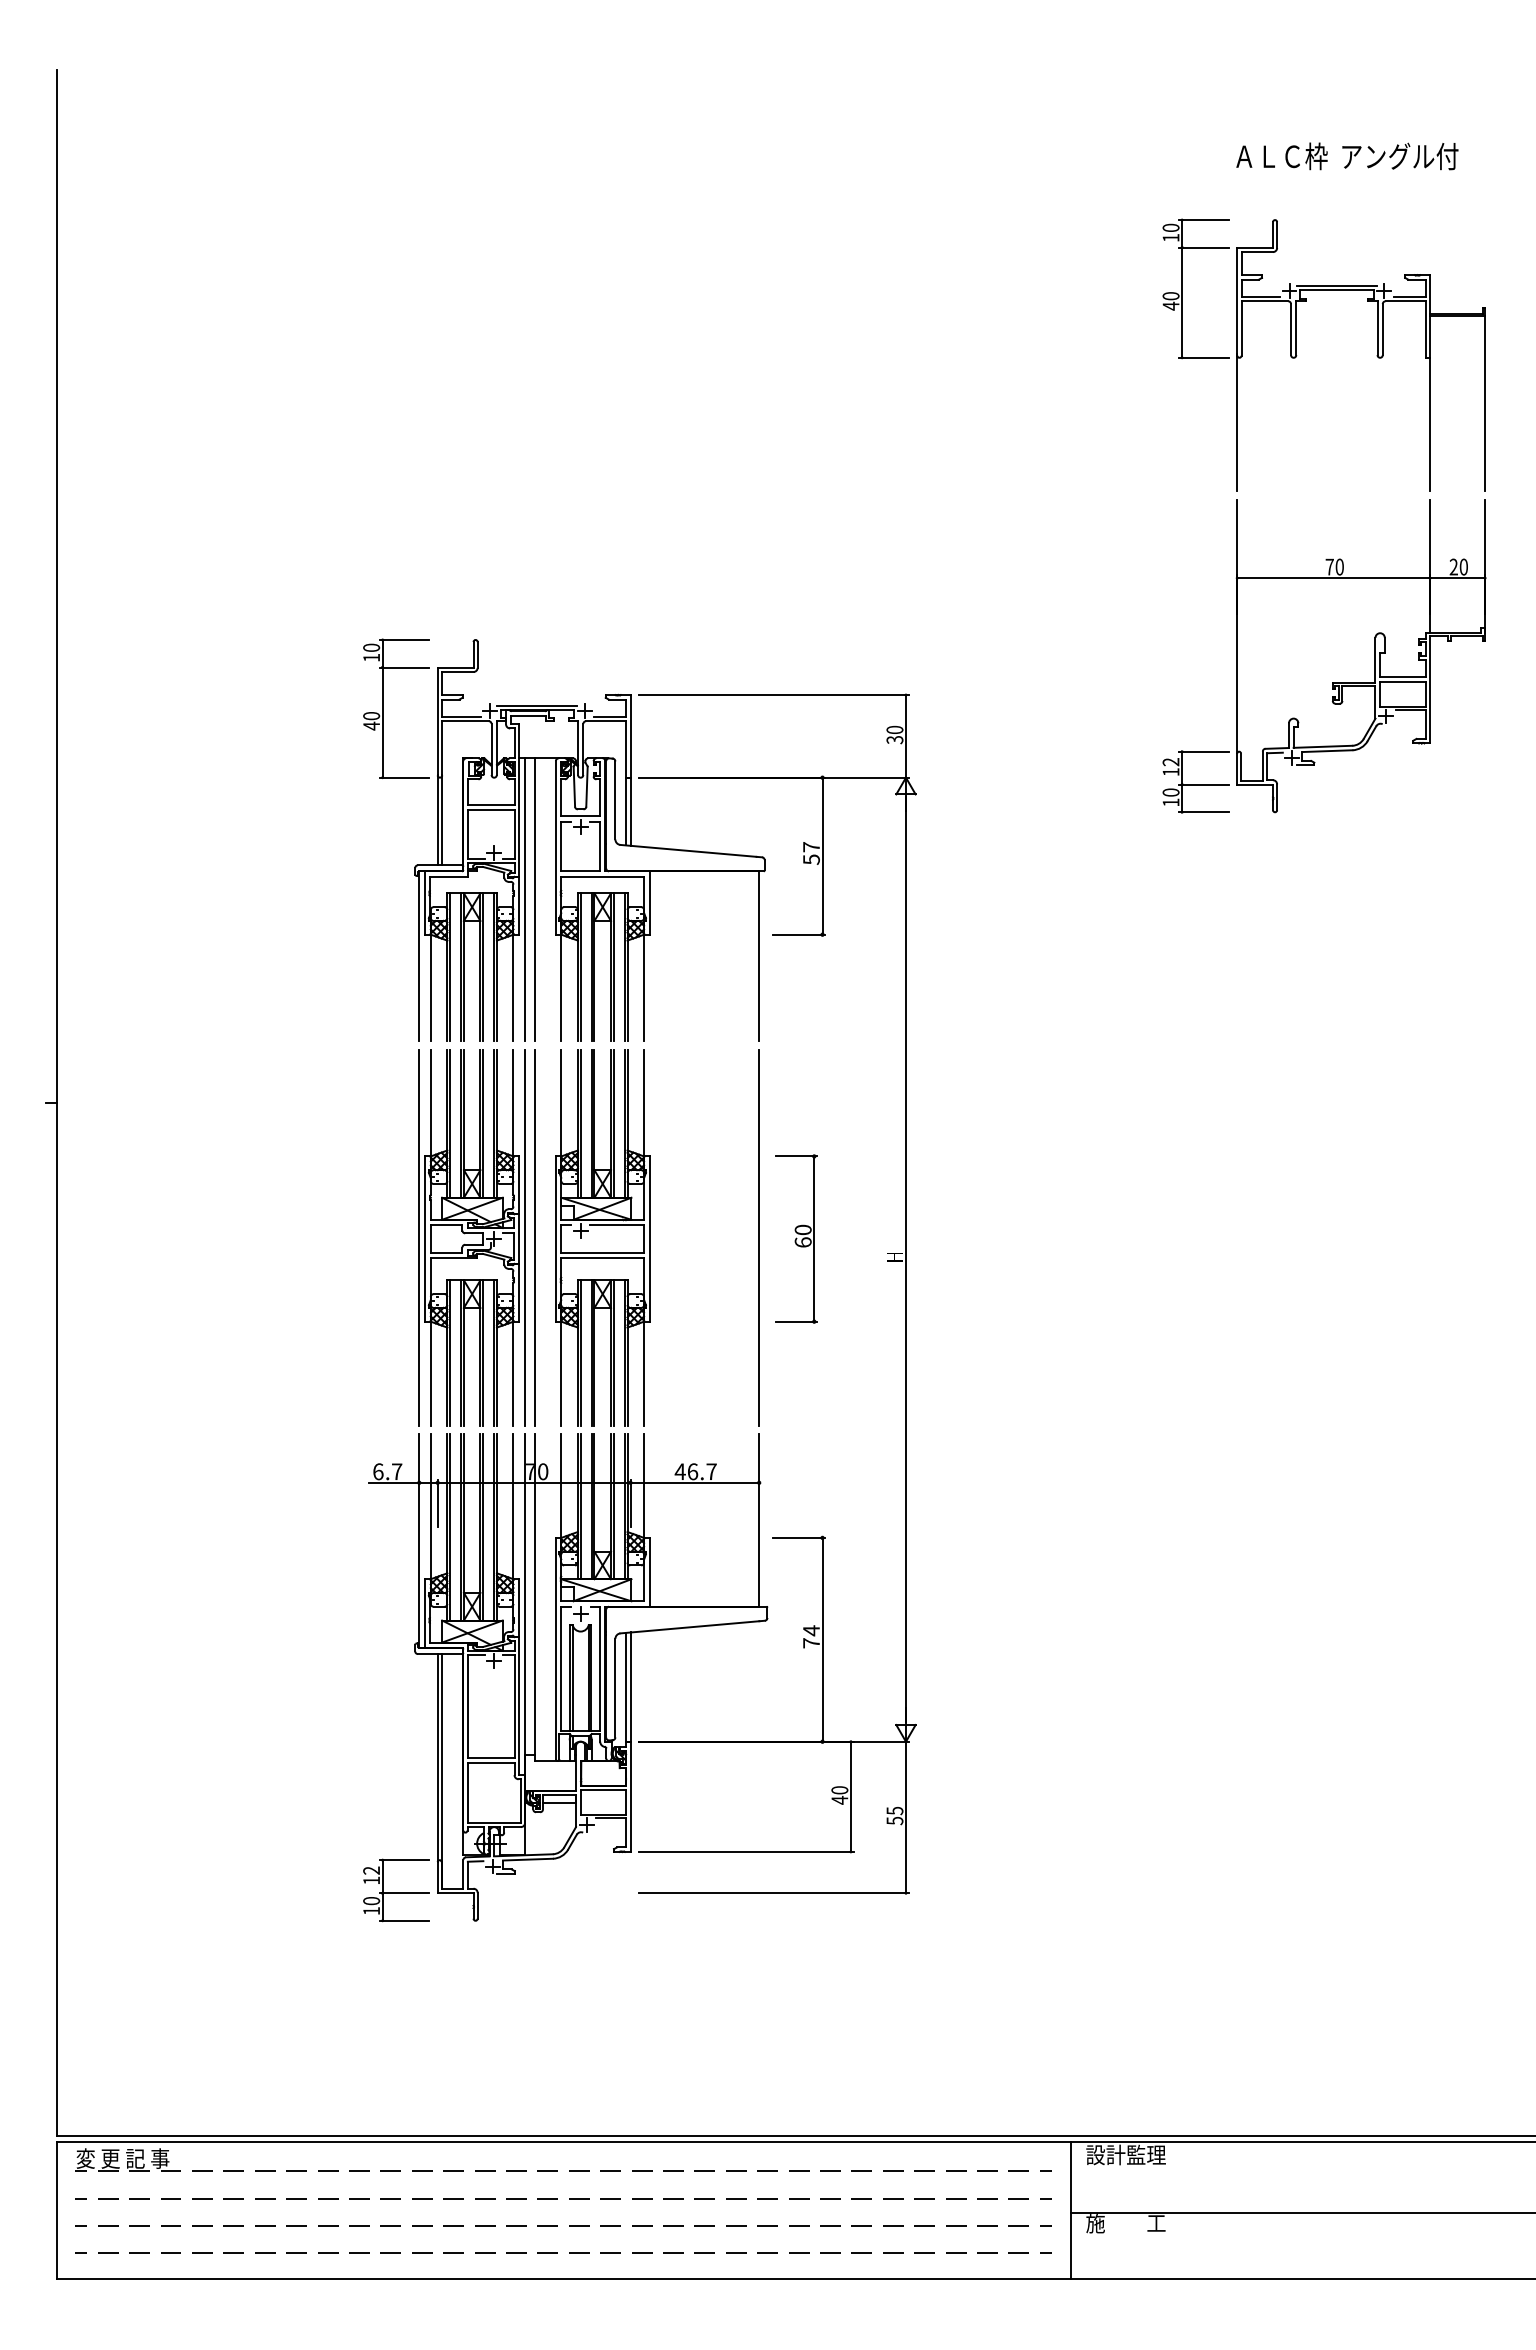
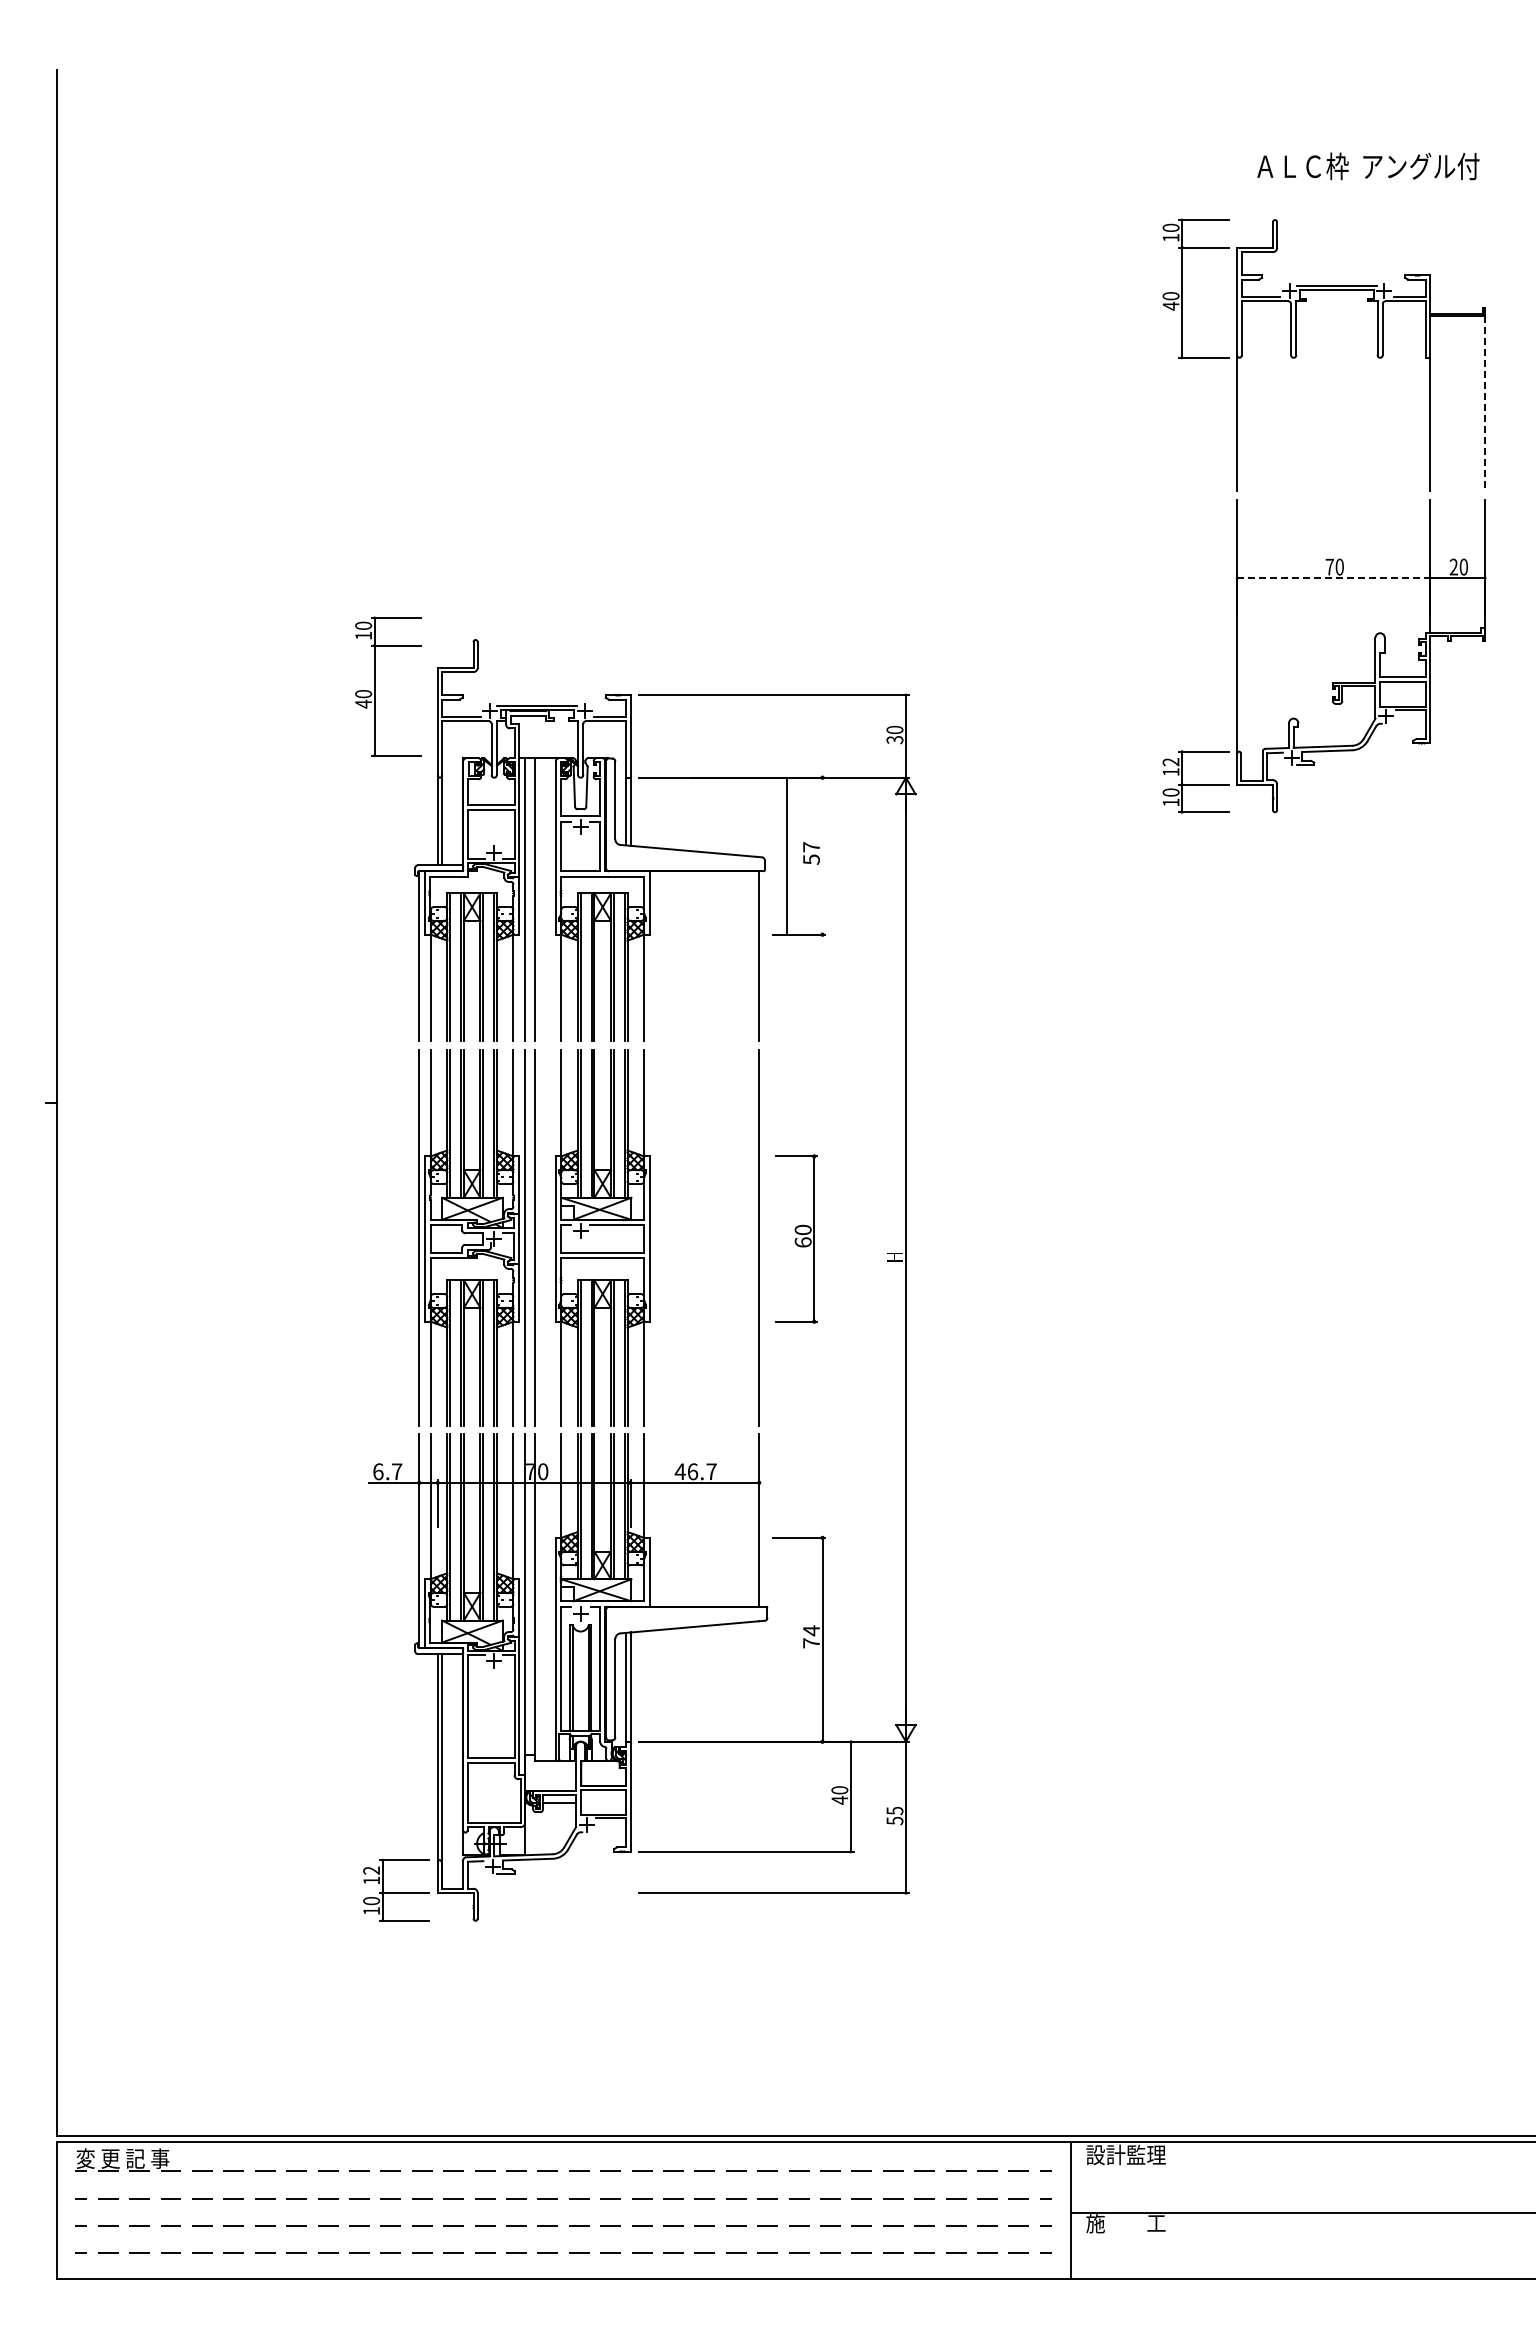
text at (1347, 156) position: (1347, 156) -> (1368, 166)
line at (1485, 403): solid -> dashed
line at (1334, 578): solid -> dashed
part at (383, 708) position: (383, 708) -> (375, 686)
line at (822, 855) position: (822, 855) -> (786, 855)
